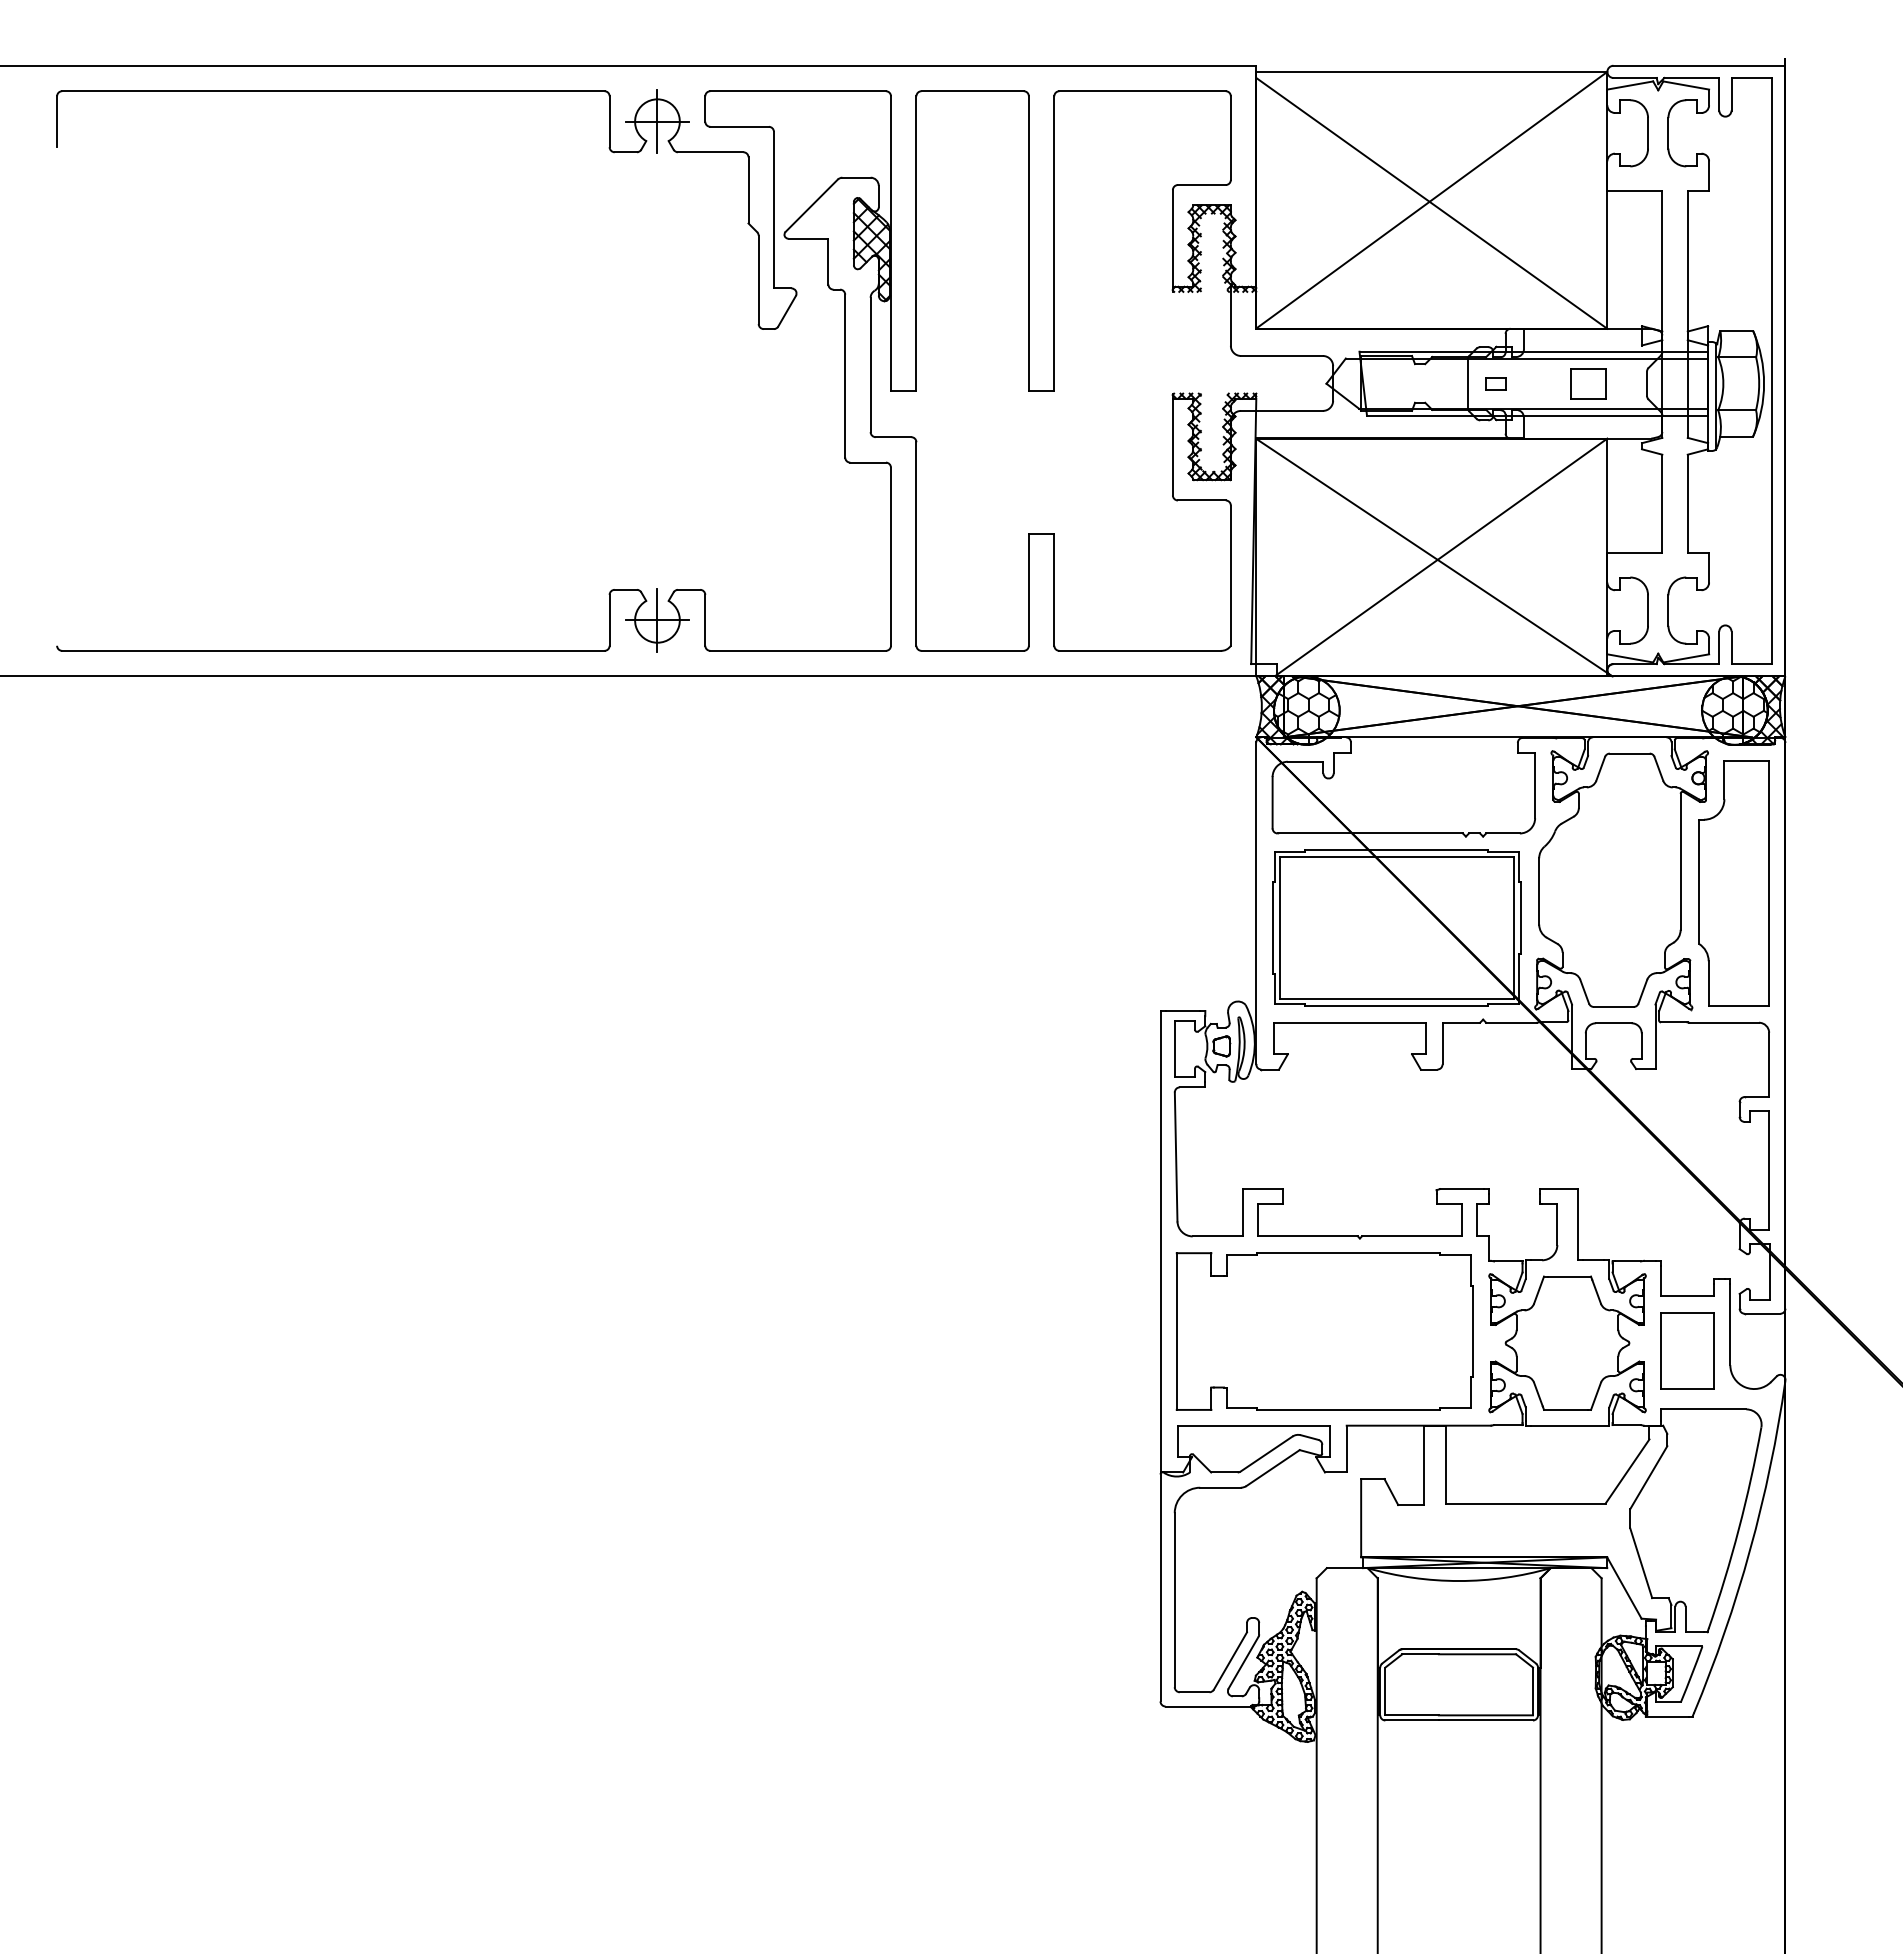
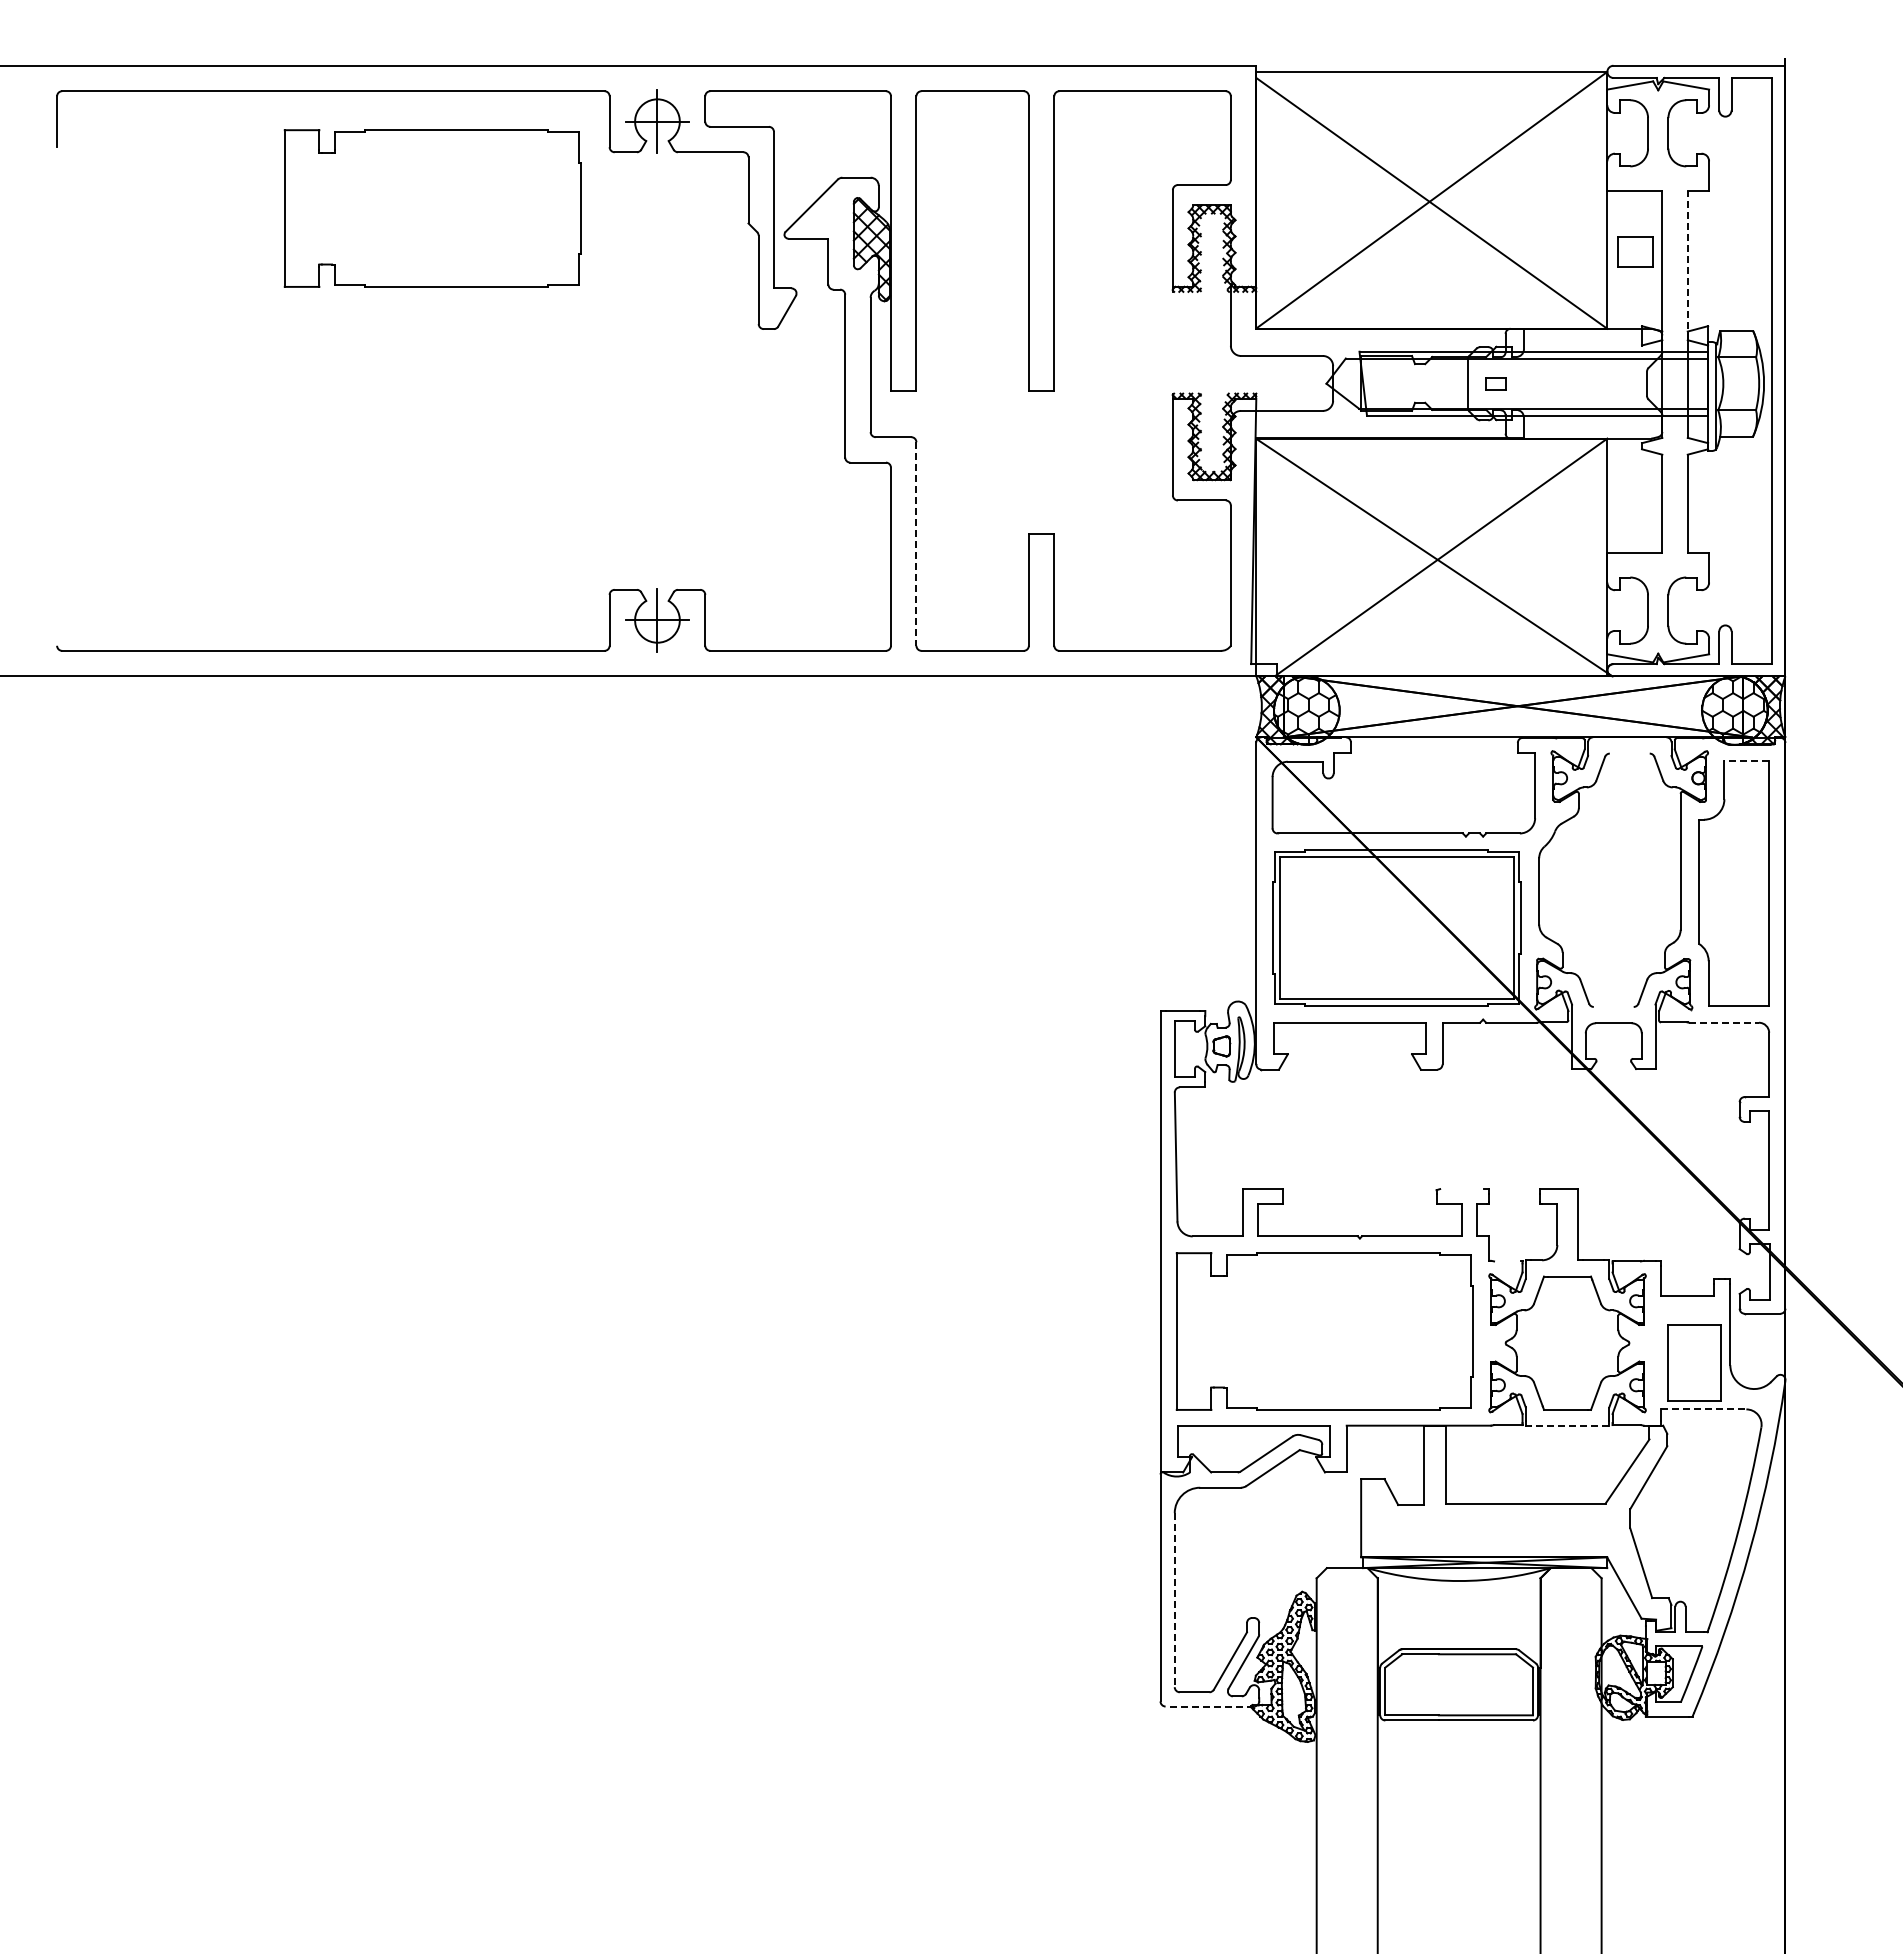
part at (432, 208): none -> present
line at (1687, 265): solid -> dashed
part at (1588, 383) position: (1588, 383) -> (1635, 251)
line at (916, 544): solid -> dashed
line at (1629, 753): present -> none
line at (1746, 761): solid -> dashed
line at (1613, 1006): present -> none
line at (1724, 1022): solid -> dashed
line at (1462, 1189): present -> none
line at (1507, 1261): present -> none
part at (1687, 1350) position: (1687, 1350) -> (1694, 1362)
line at (1703, 1409): solid -> dashed
line at (1569, 1426): solid -> dashed
line at (1174, 1600): solid -> dashed
line at (1209, 1706): solid -> dashed
